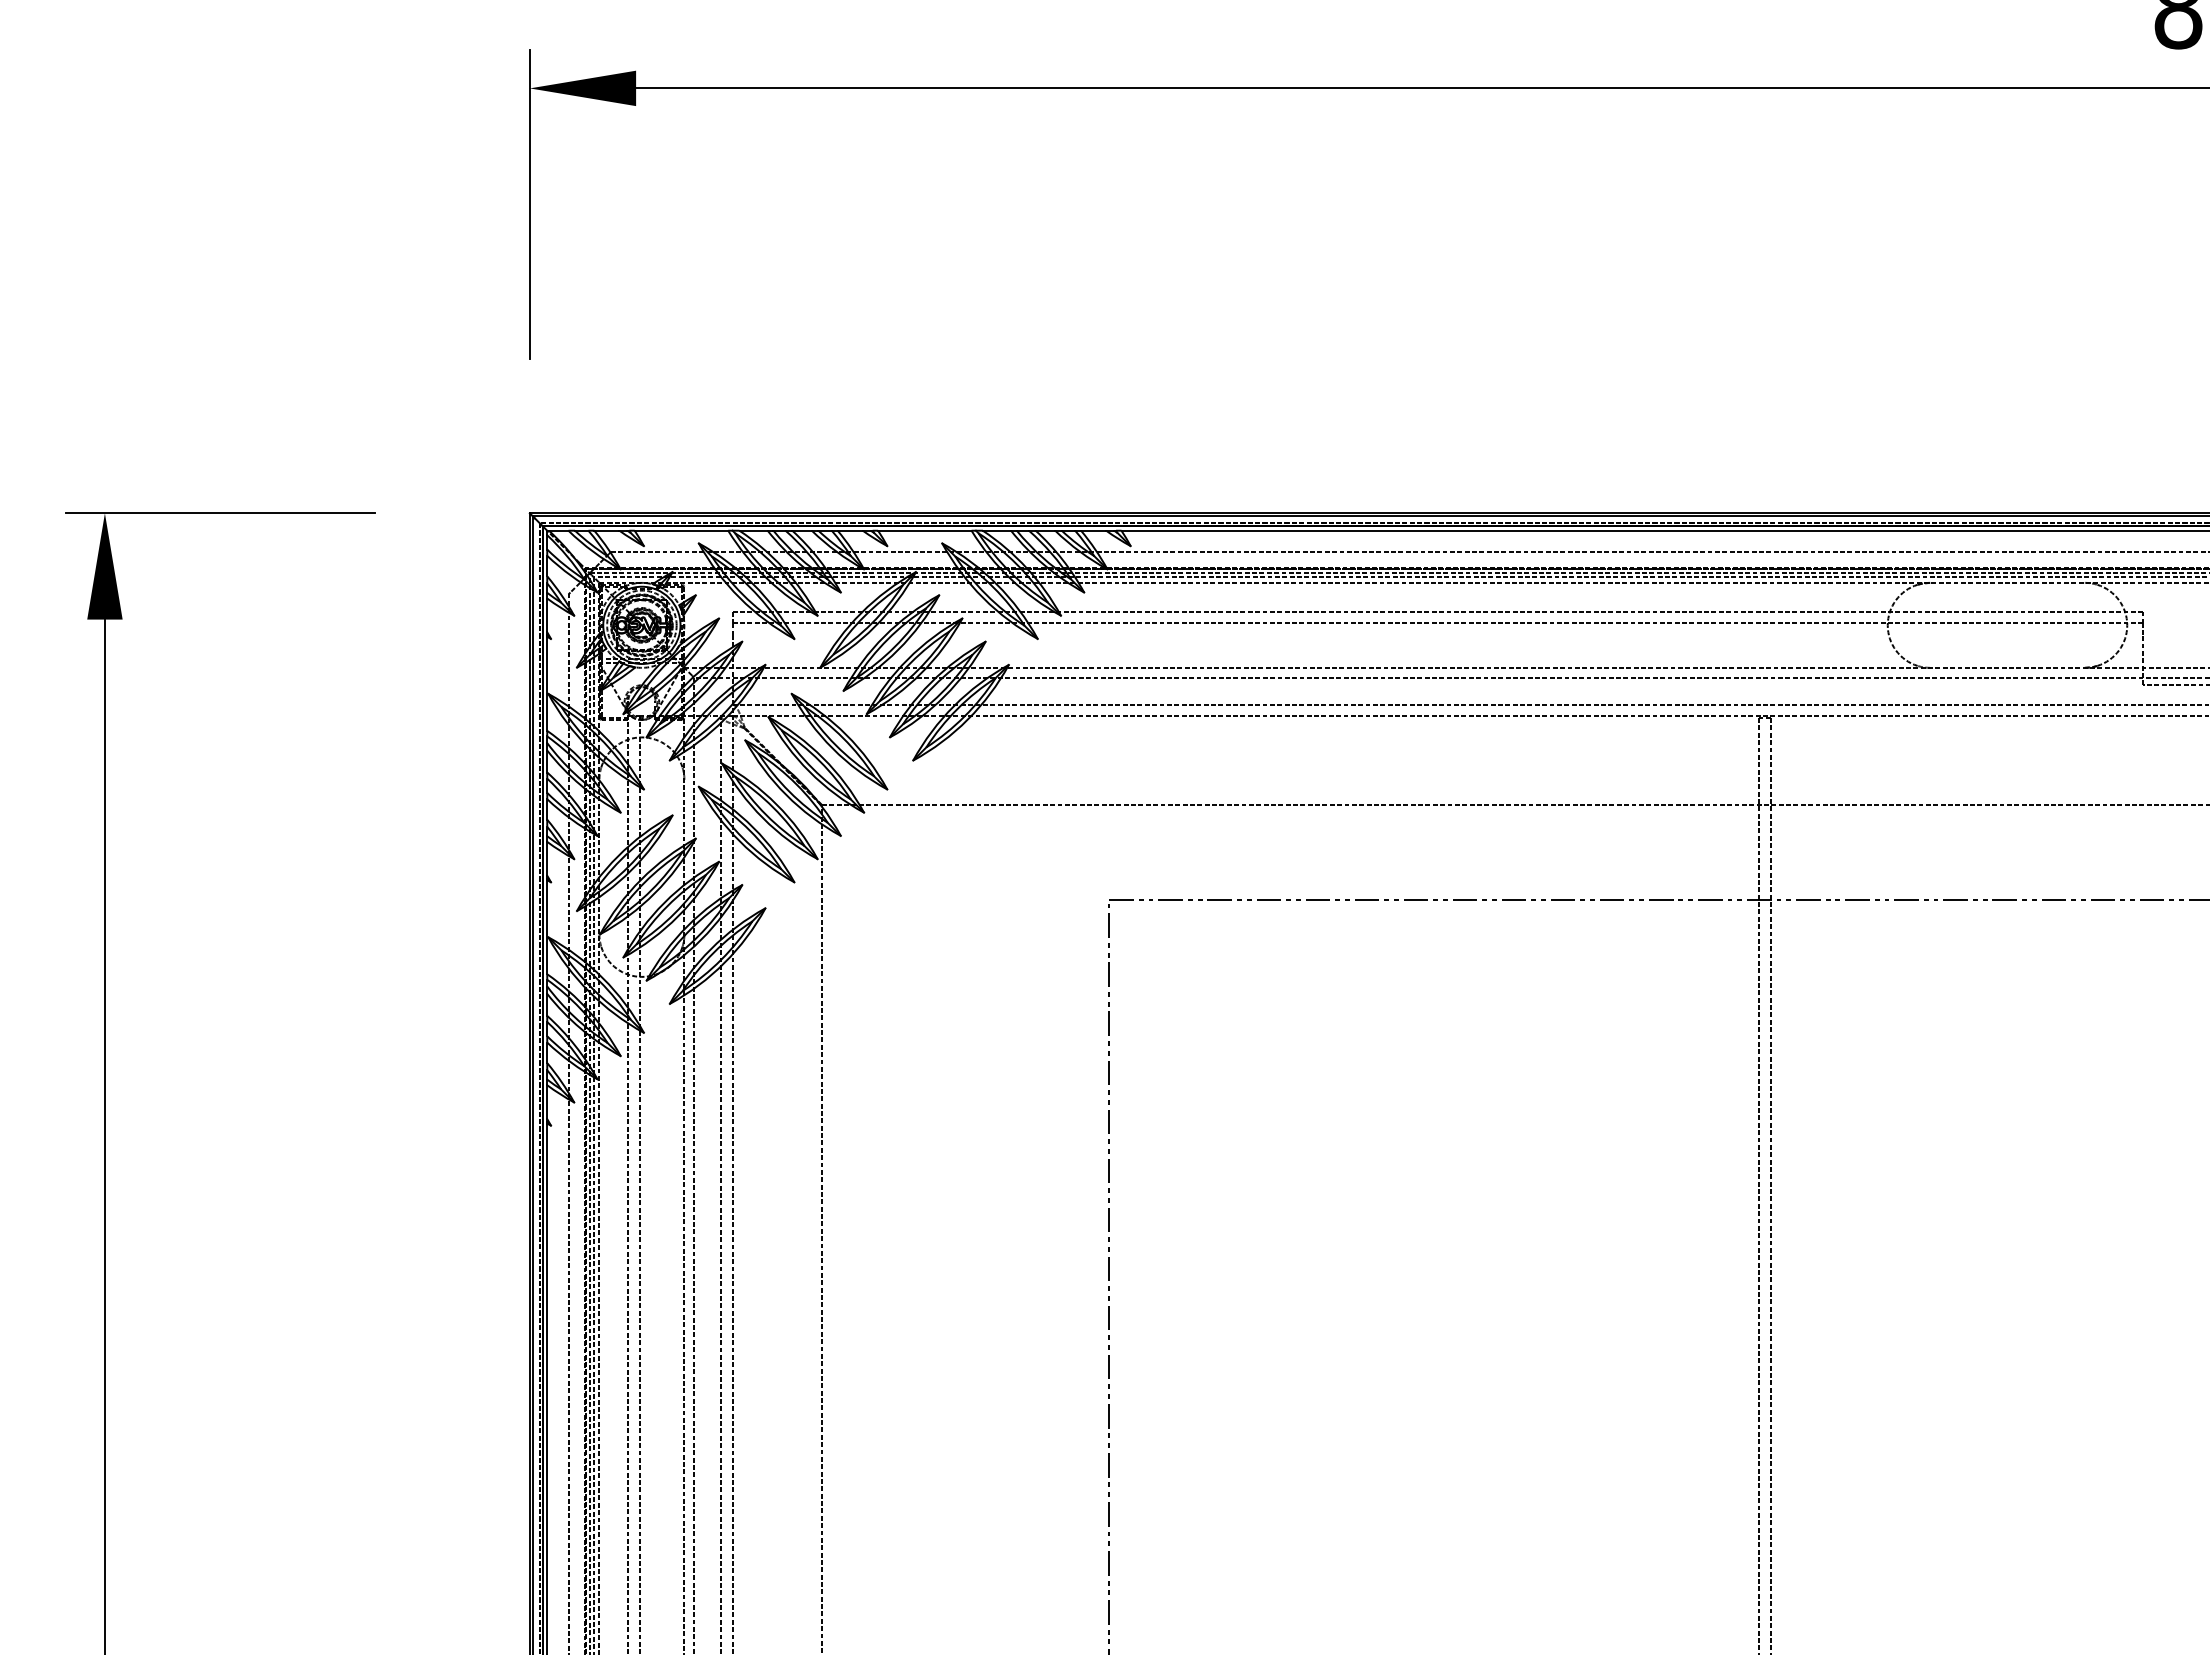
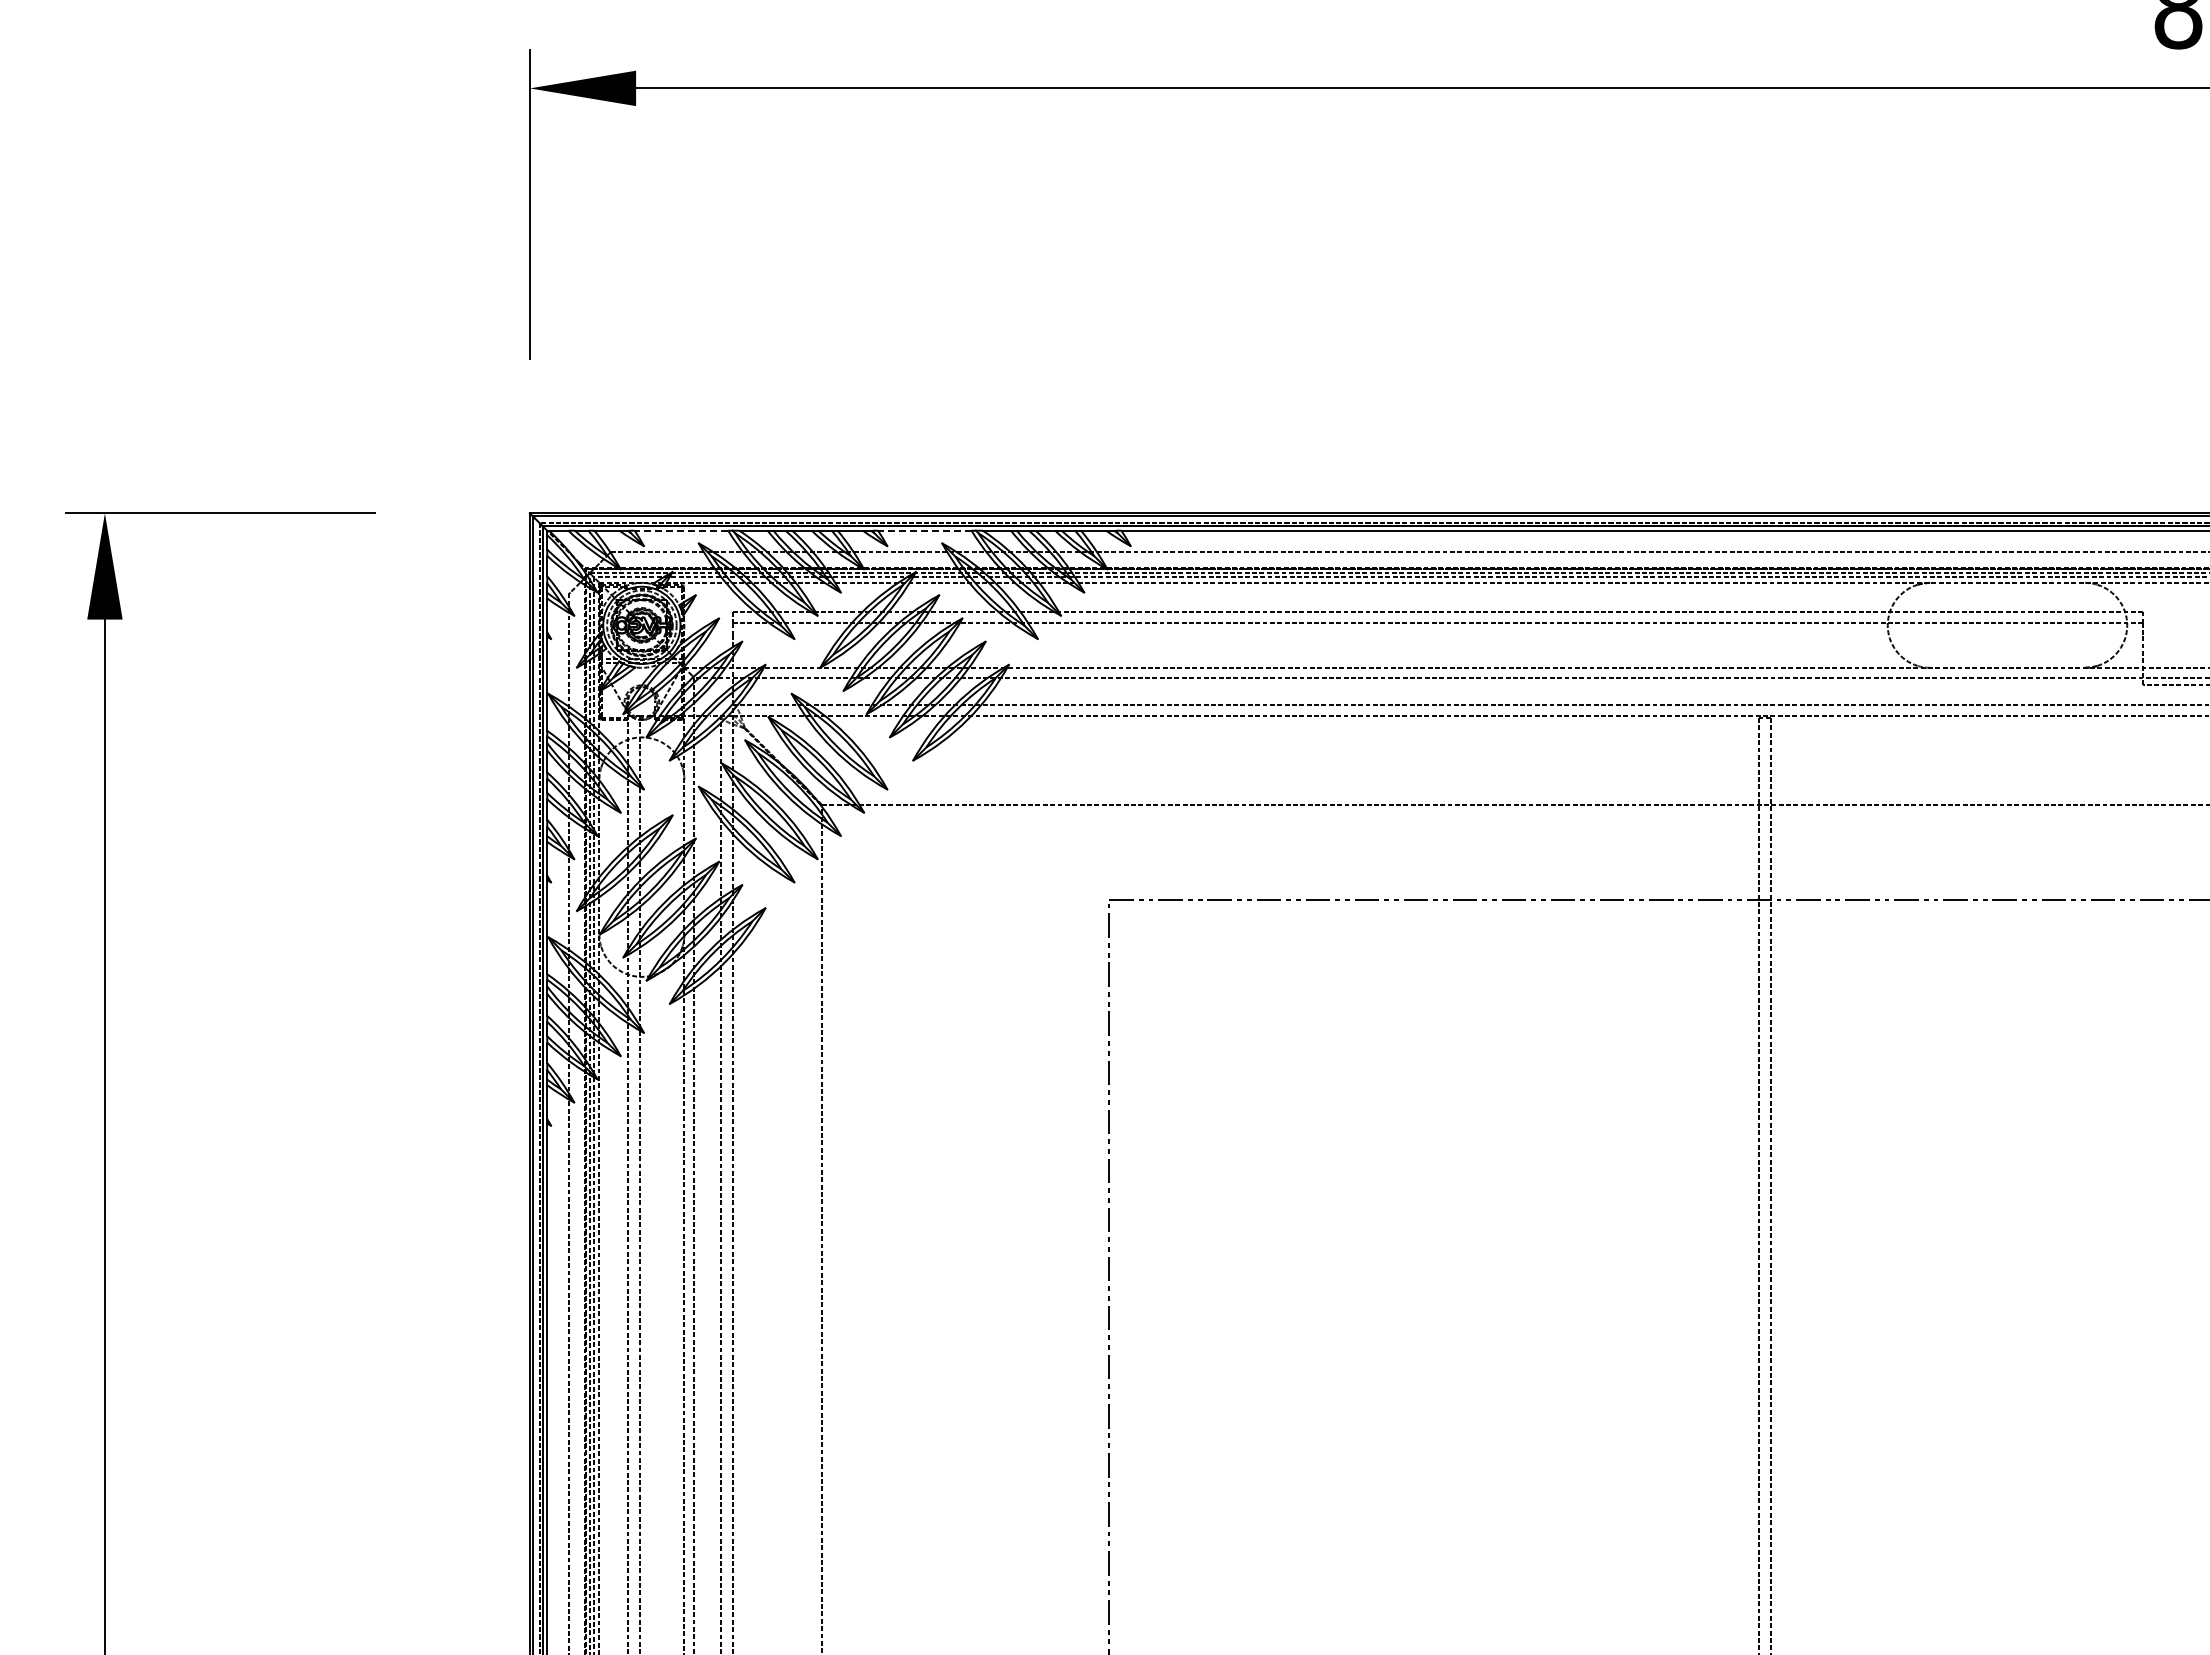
line at (681, 530): solid -> dashed
line at (924, 530): solid -> dashed
